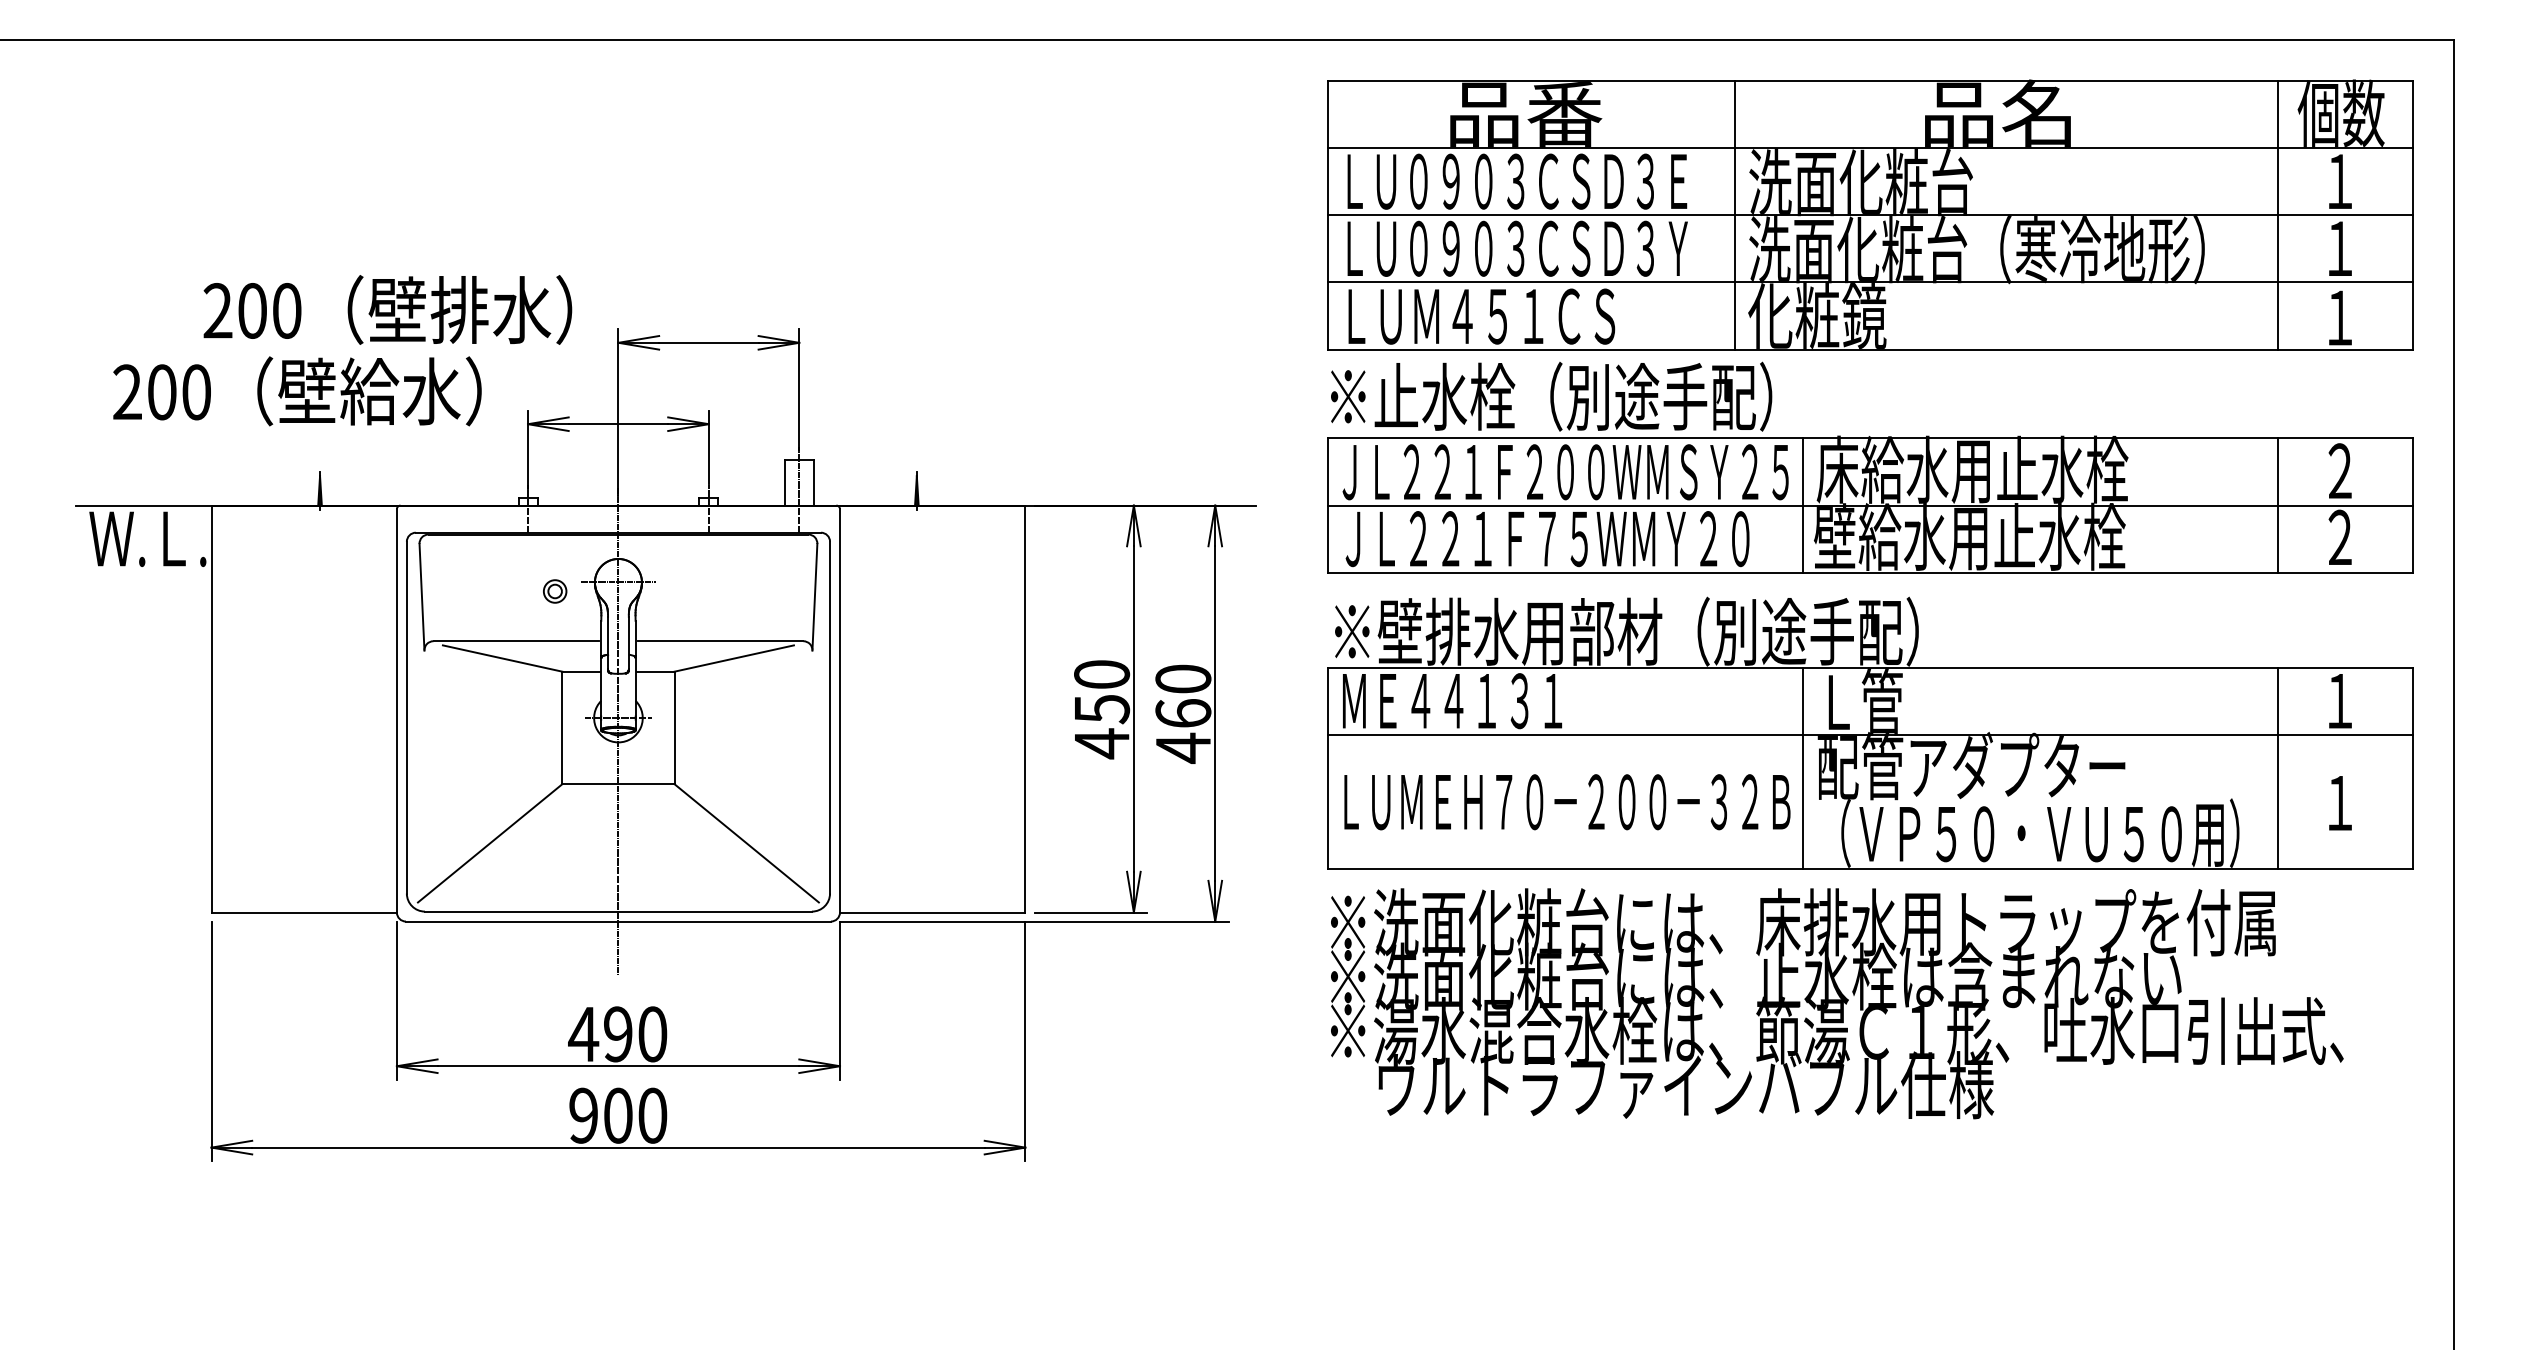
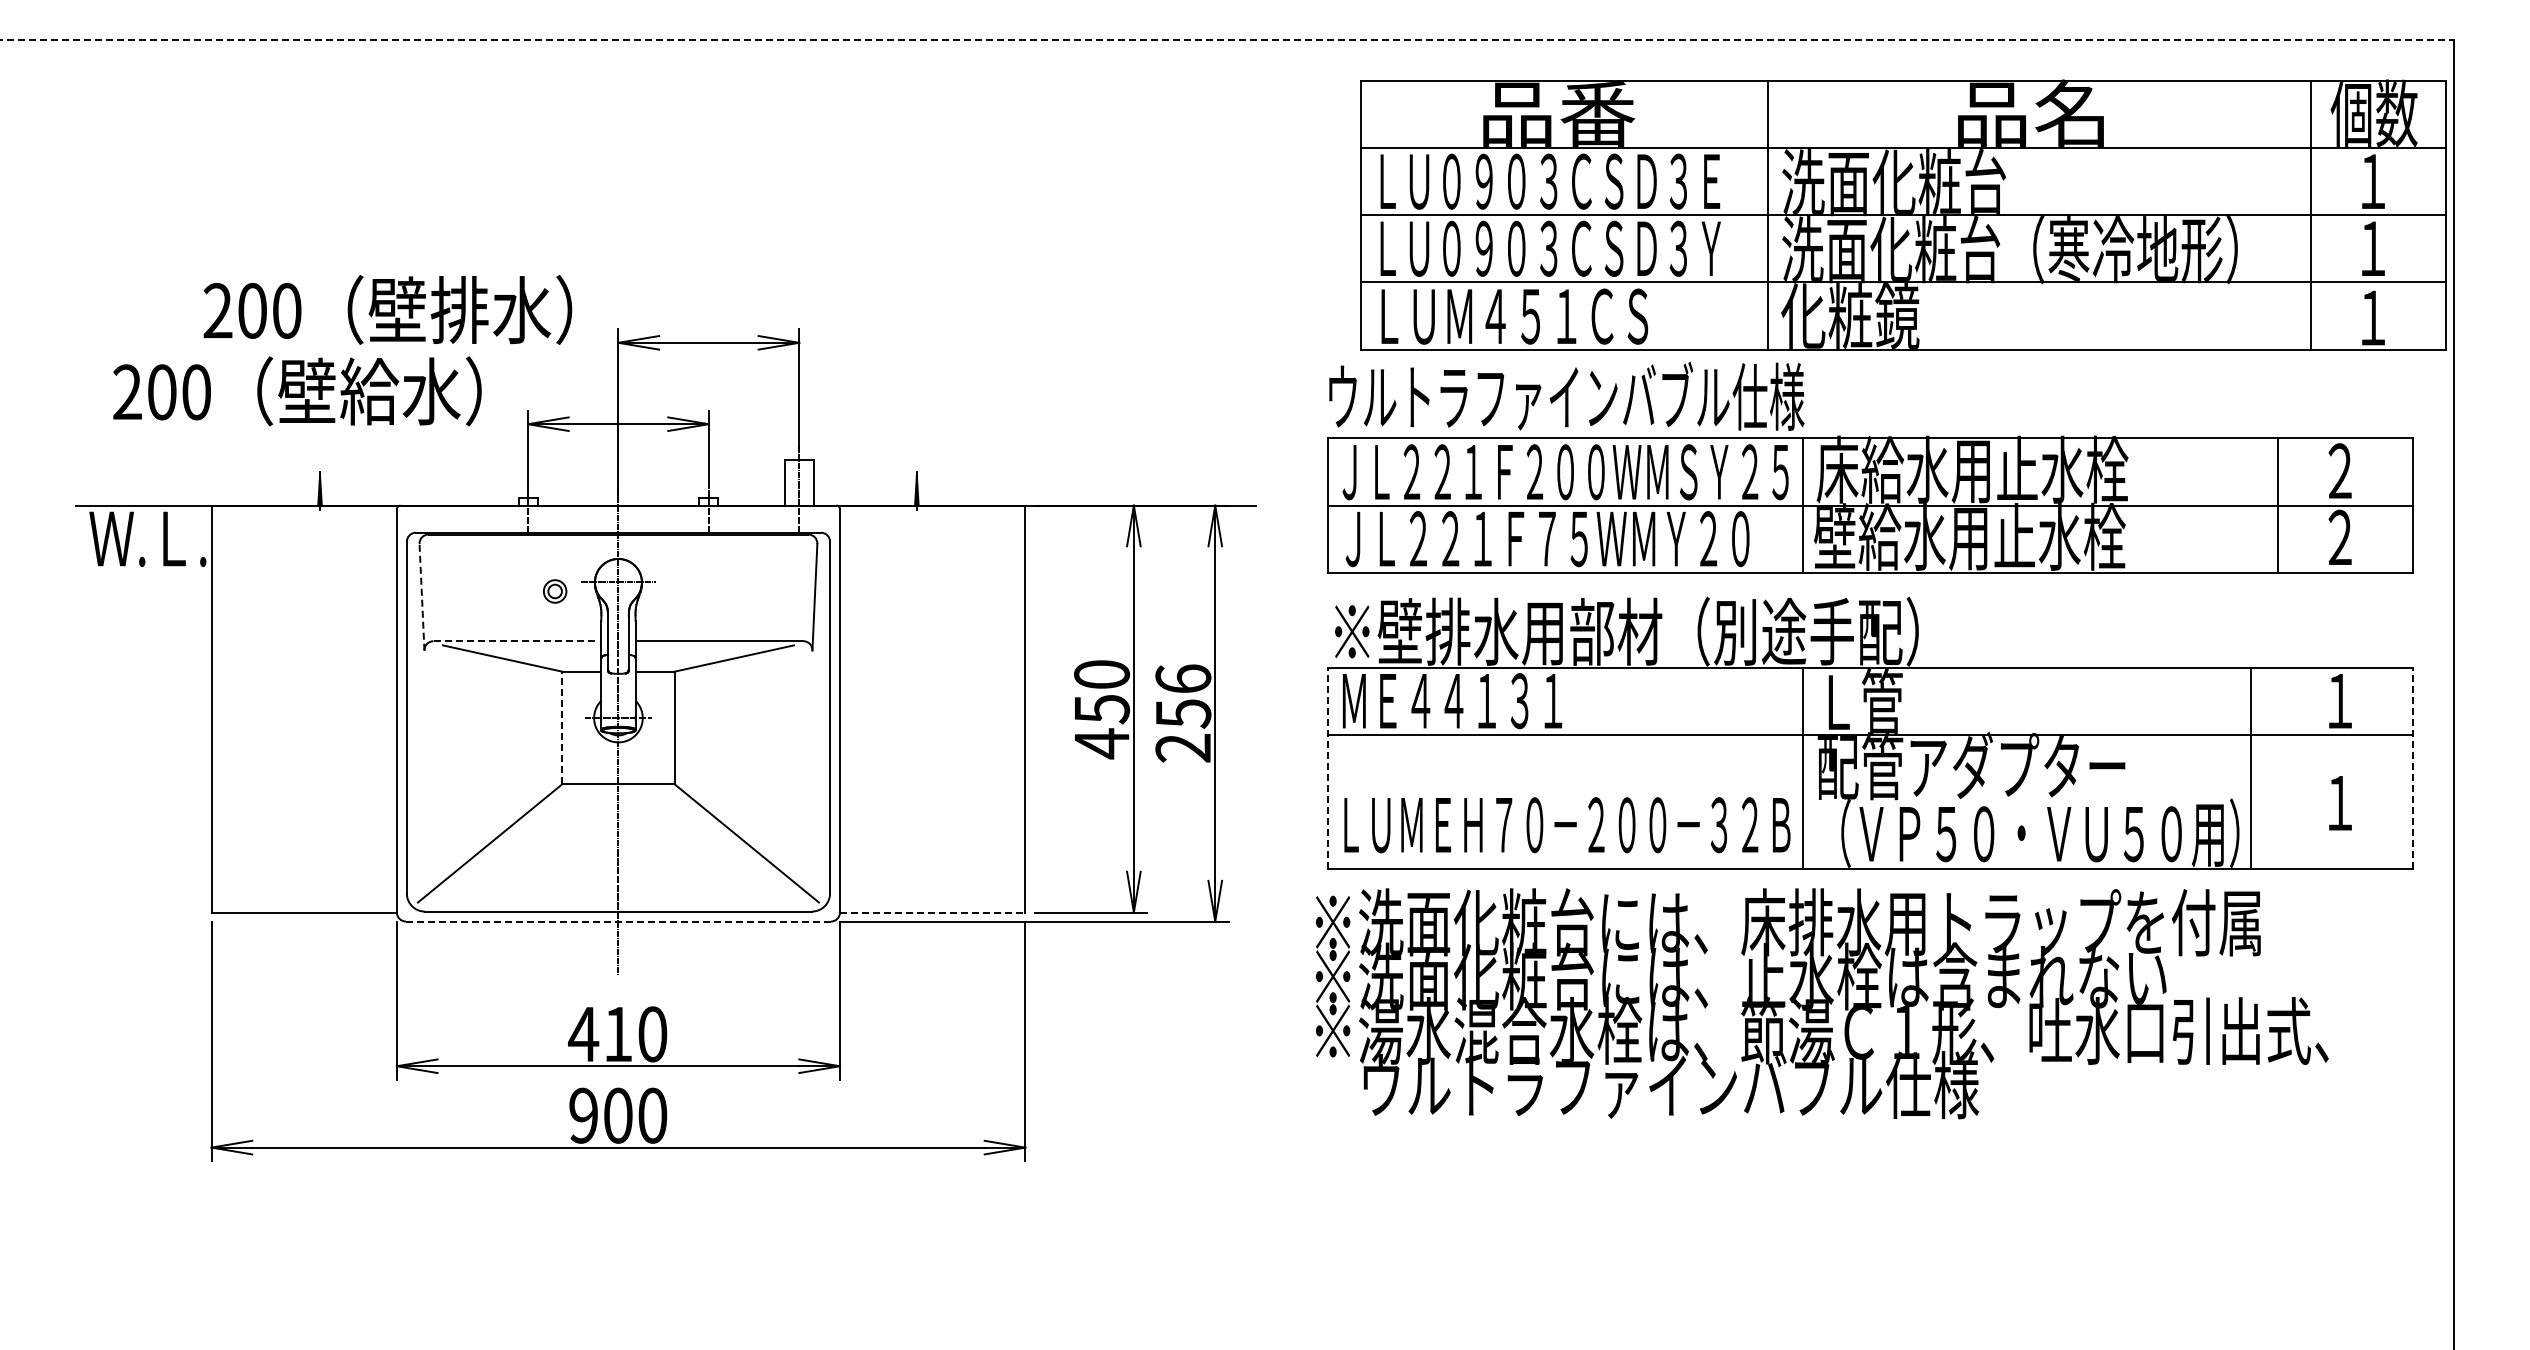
line at (1227, 40): solid -> dashed
part at (1870, 214) position: (1870, 214) -> (1903, 214)
text at (1566, 396): ※止水栓（別途手配） -> ウルトラファインバブル仕様
line at (421, 596): solid -> dashed
line at (516, 641): solid -> dashed
text at (1183, 713): 460 -> 256
line at (562, 727): solid -> dashed
line at (1328, 768): solid -> dashed
line at (2277, 768) position: (2277, 768) -> (2250, 768)
line at (2413, 768): solid -> dashed
text at (1567, 802) position: (1567, 802) -> (1567, 825)
line at (932, 912): solid -> dashed
line at (618, 921): solid -> dashed
text at (1837, 1003) position: (1837, 1003) -> (1822, 1003)
text at (618, 1034): 490 -> 410
